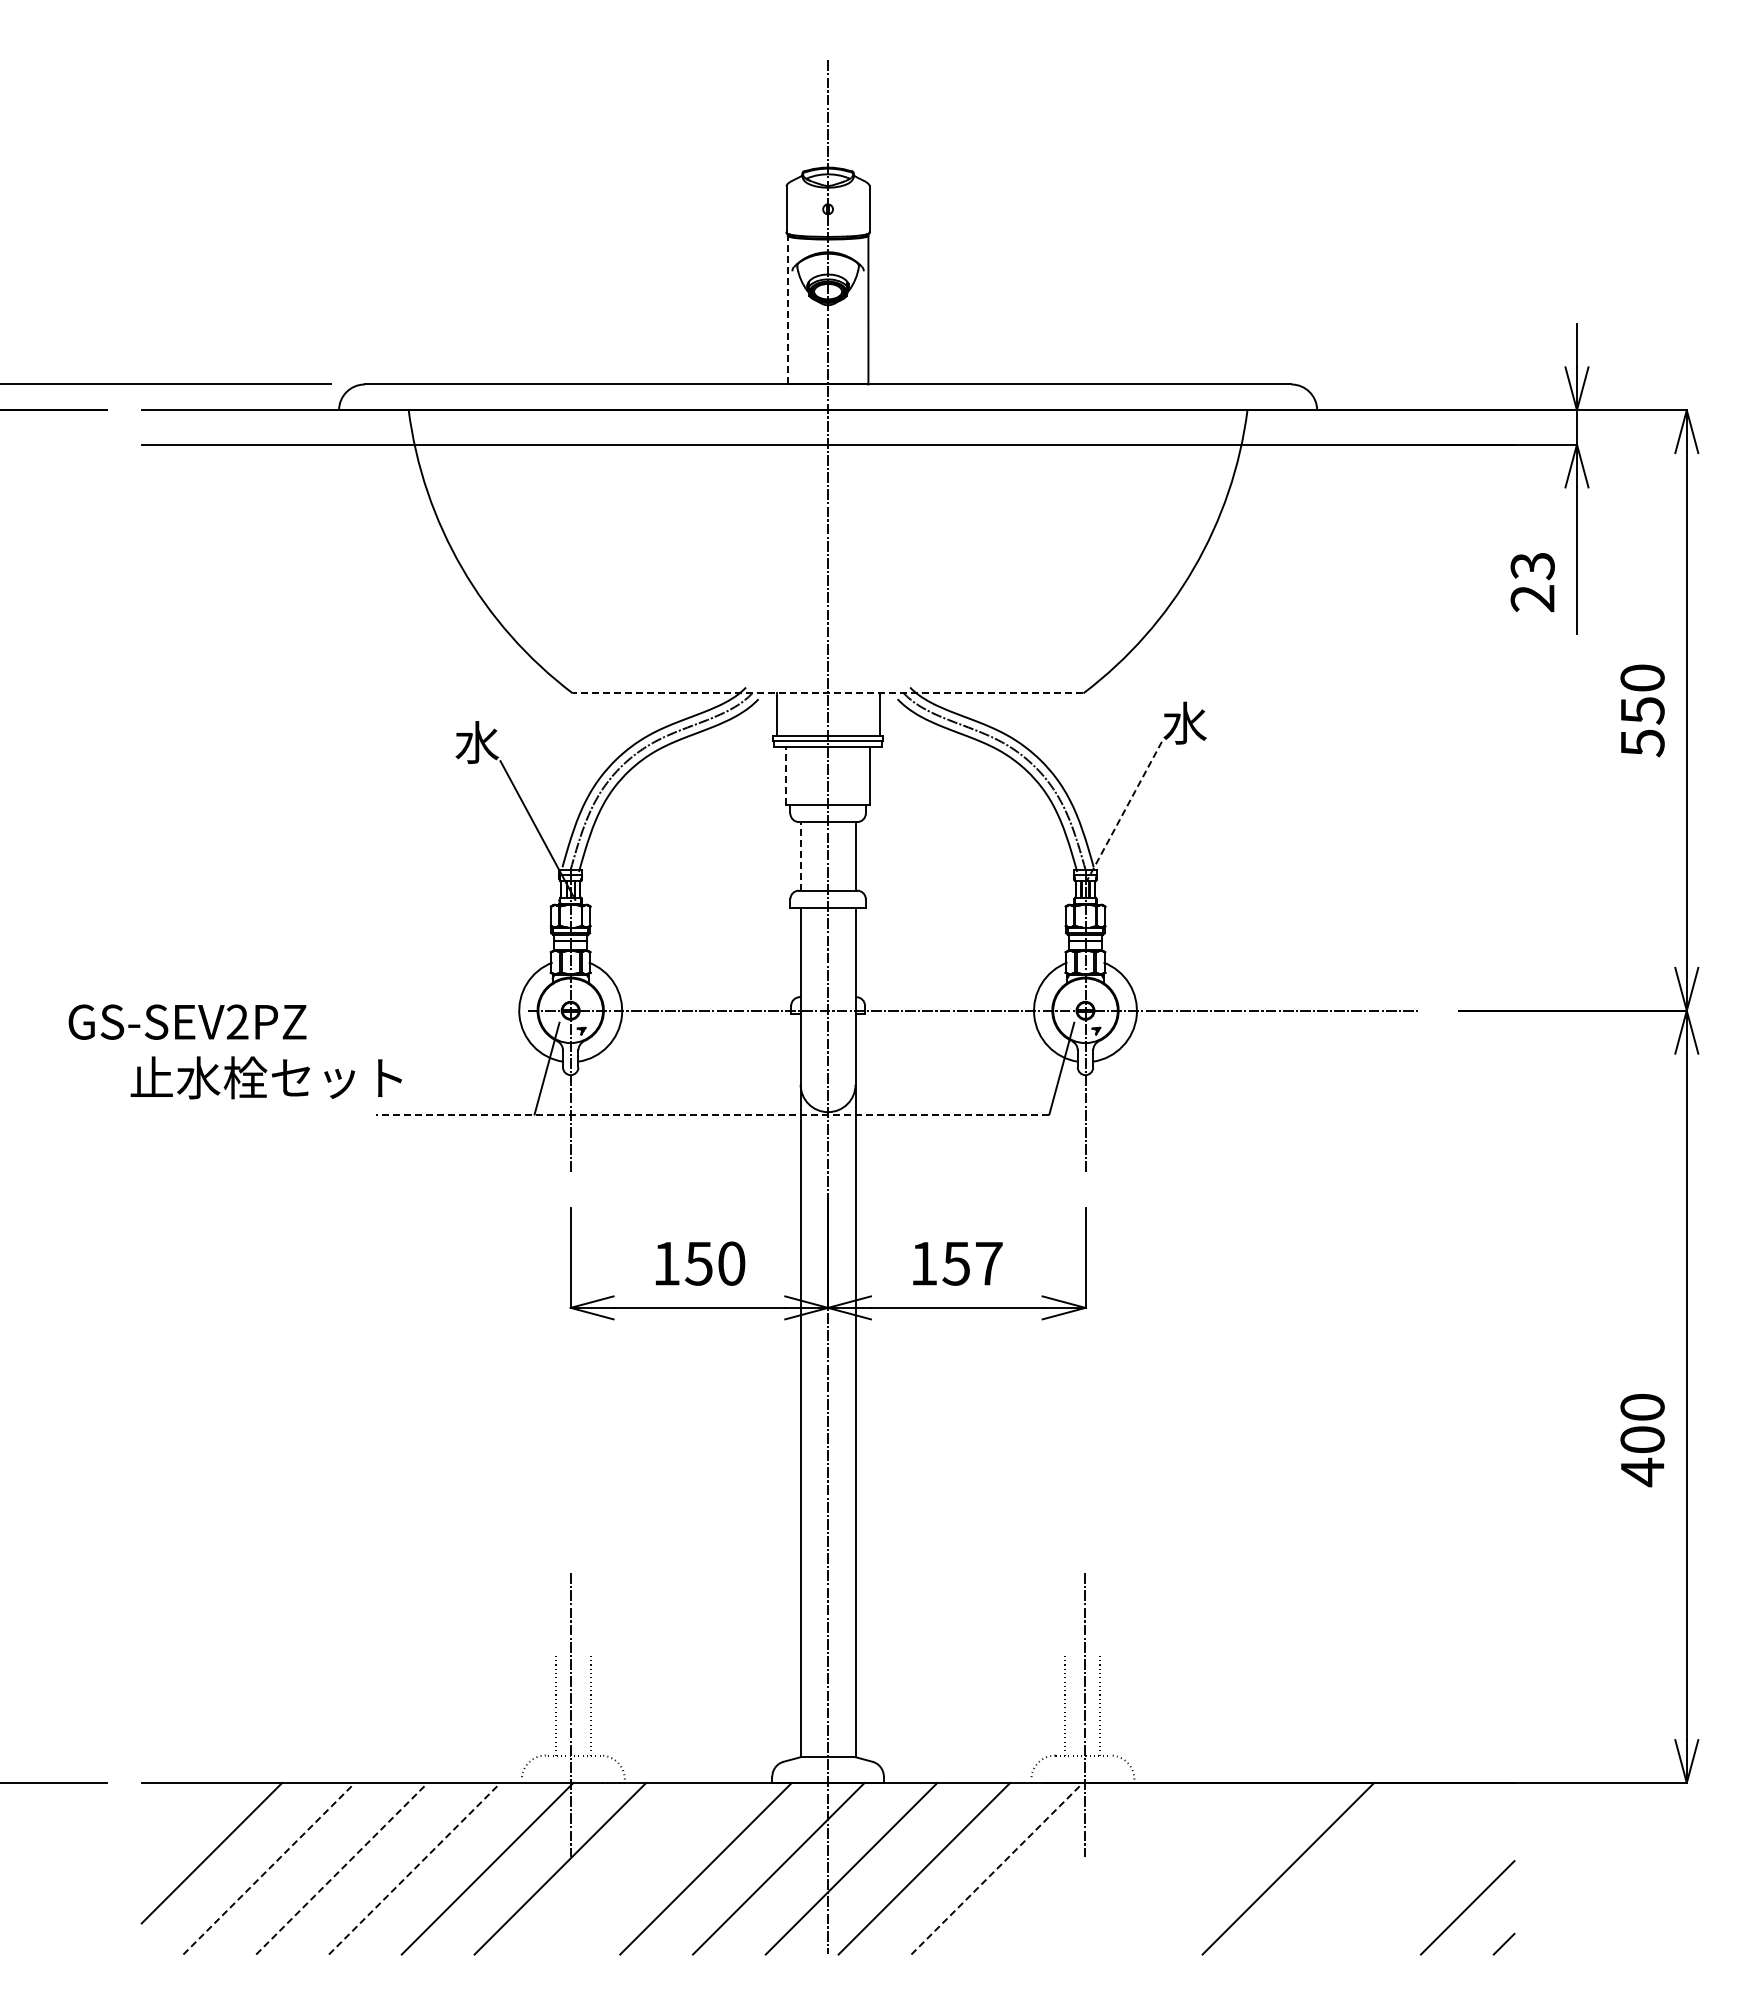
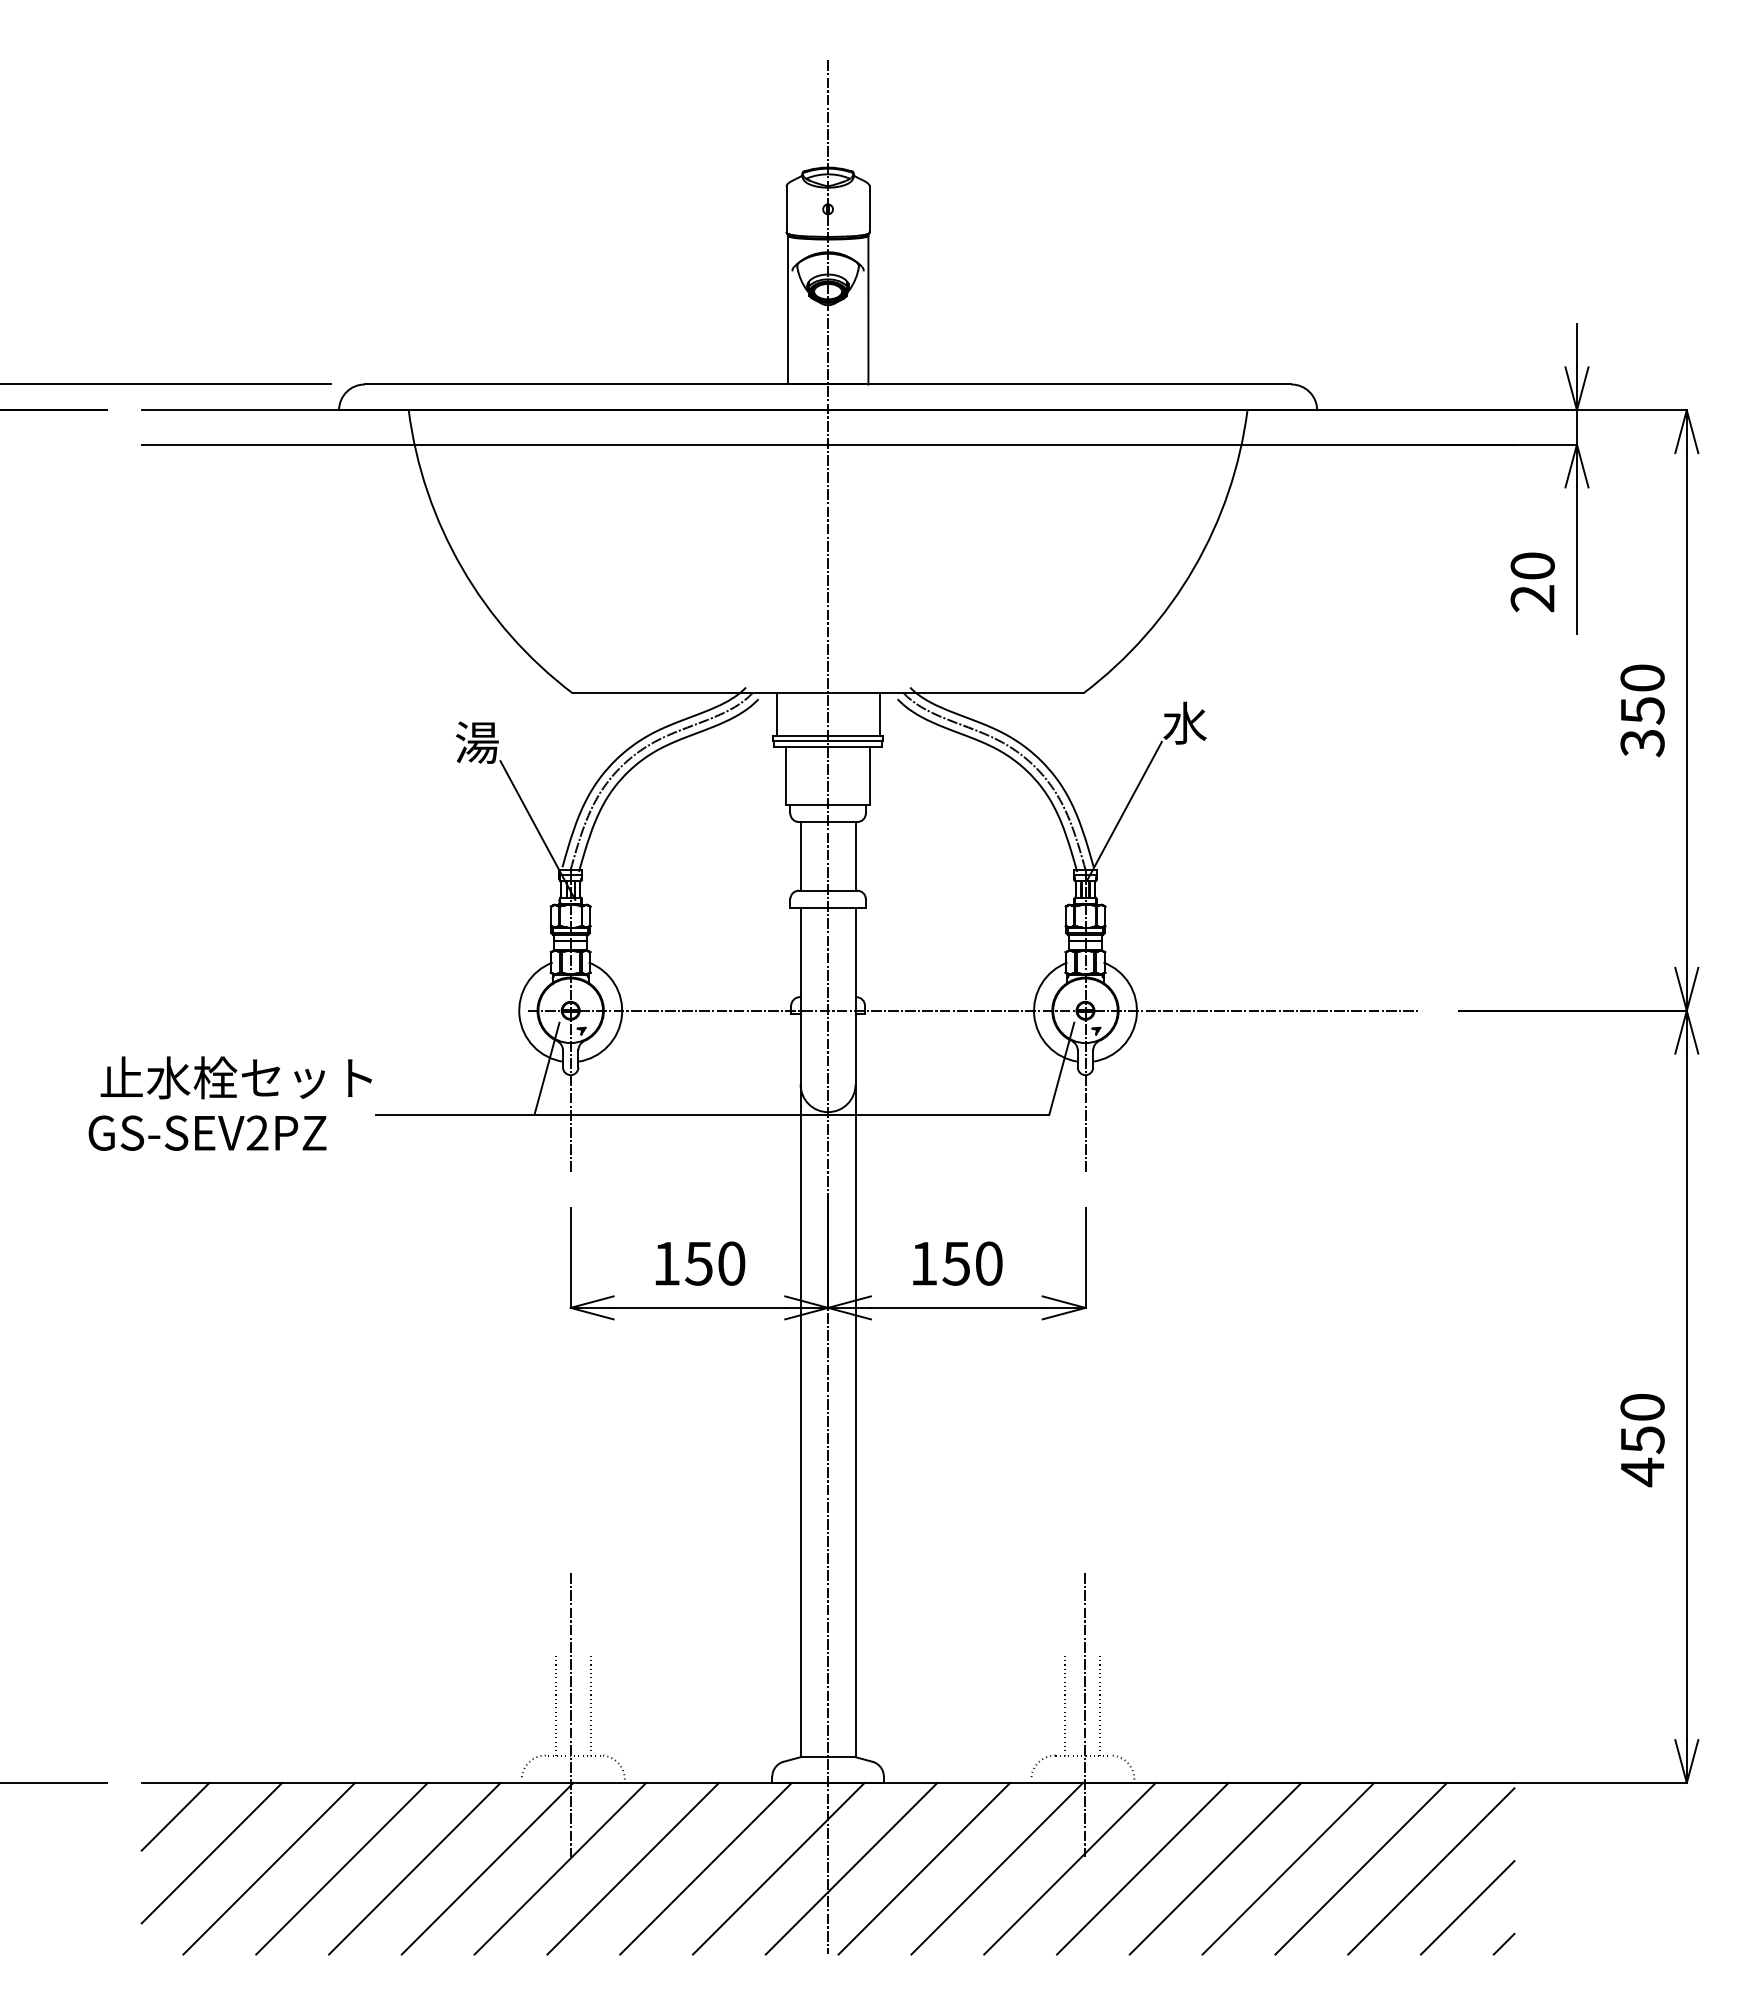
line at (787, 309): dashed -> solid
text at (1532, 566): 23 -> 20
line at (827, 693): dashed -> solid
text at (477, 742): 水 -> 湯
text at (1642, 743): 550 -> 350
line at (786, 775): dashed -> solid
line at (1124, 811): dashed -> solid
line at (800, 855): dashed -> solid
text at (187, 1021) position: (187, 1021) -> (207, 1132)
text at (265, 1077) position: (265, 1077) -> (235, 1077)
line at (712, 1114): dashed -> solid
text at (989, 1263): 157 -> 150
text at (1642, 1440): 400 -> 450
line at (175, 1816): none -> present
line at (269, 1868): dashed -> solid
line at (342, 1868): dashed -> solid
line at (415, 1868): dashed -> solid
line at (633, 1868): none -> present
line at (997, 1868): dashed -> solid
line at (1069, 1868): none -> present
line at (1142, 1868): none -> present
line at (1215, 1868): none -> present
line at (1361, 1868): none -> present
line at (1431, 1871): none -> present
